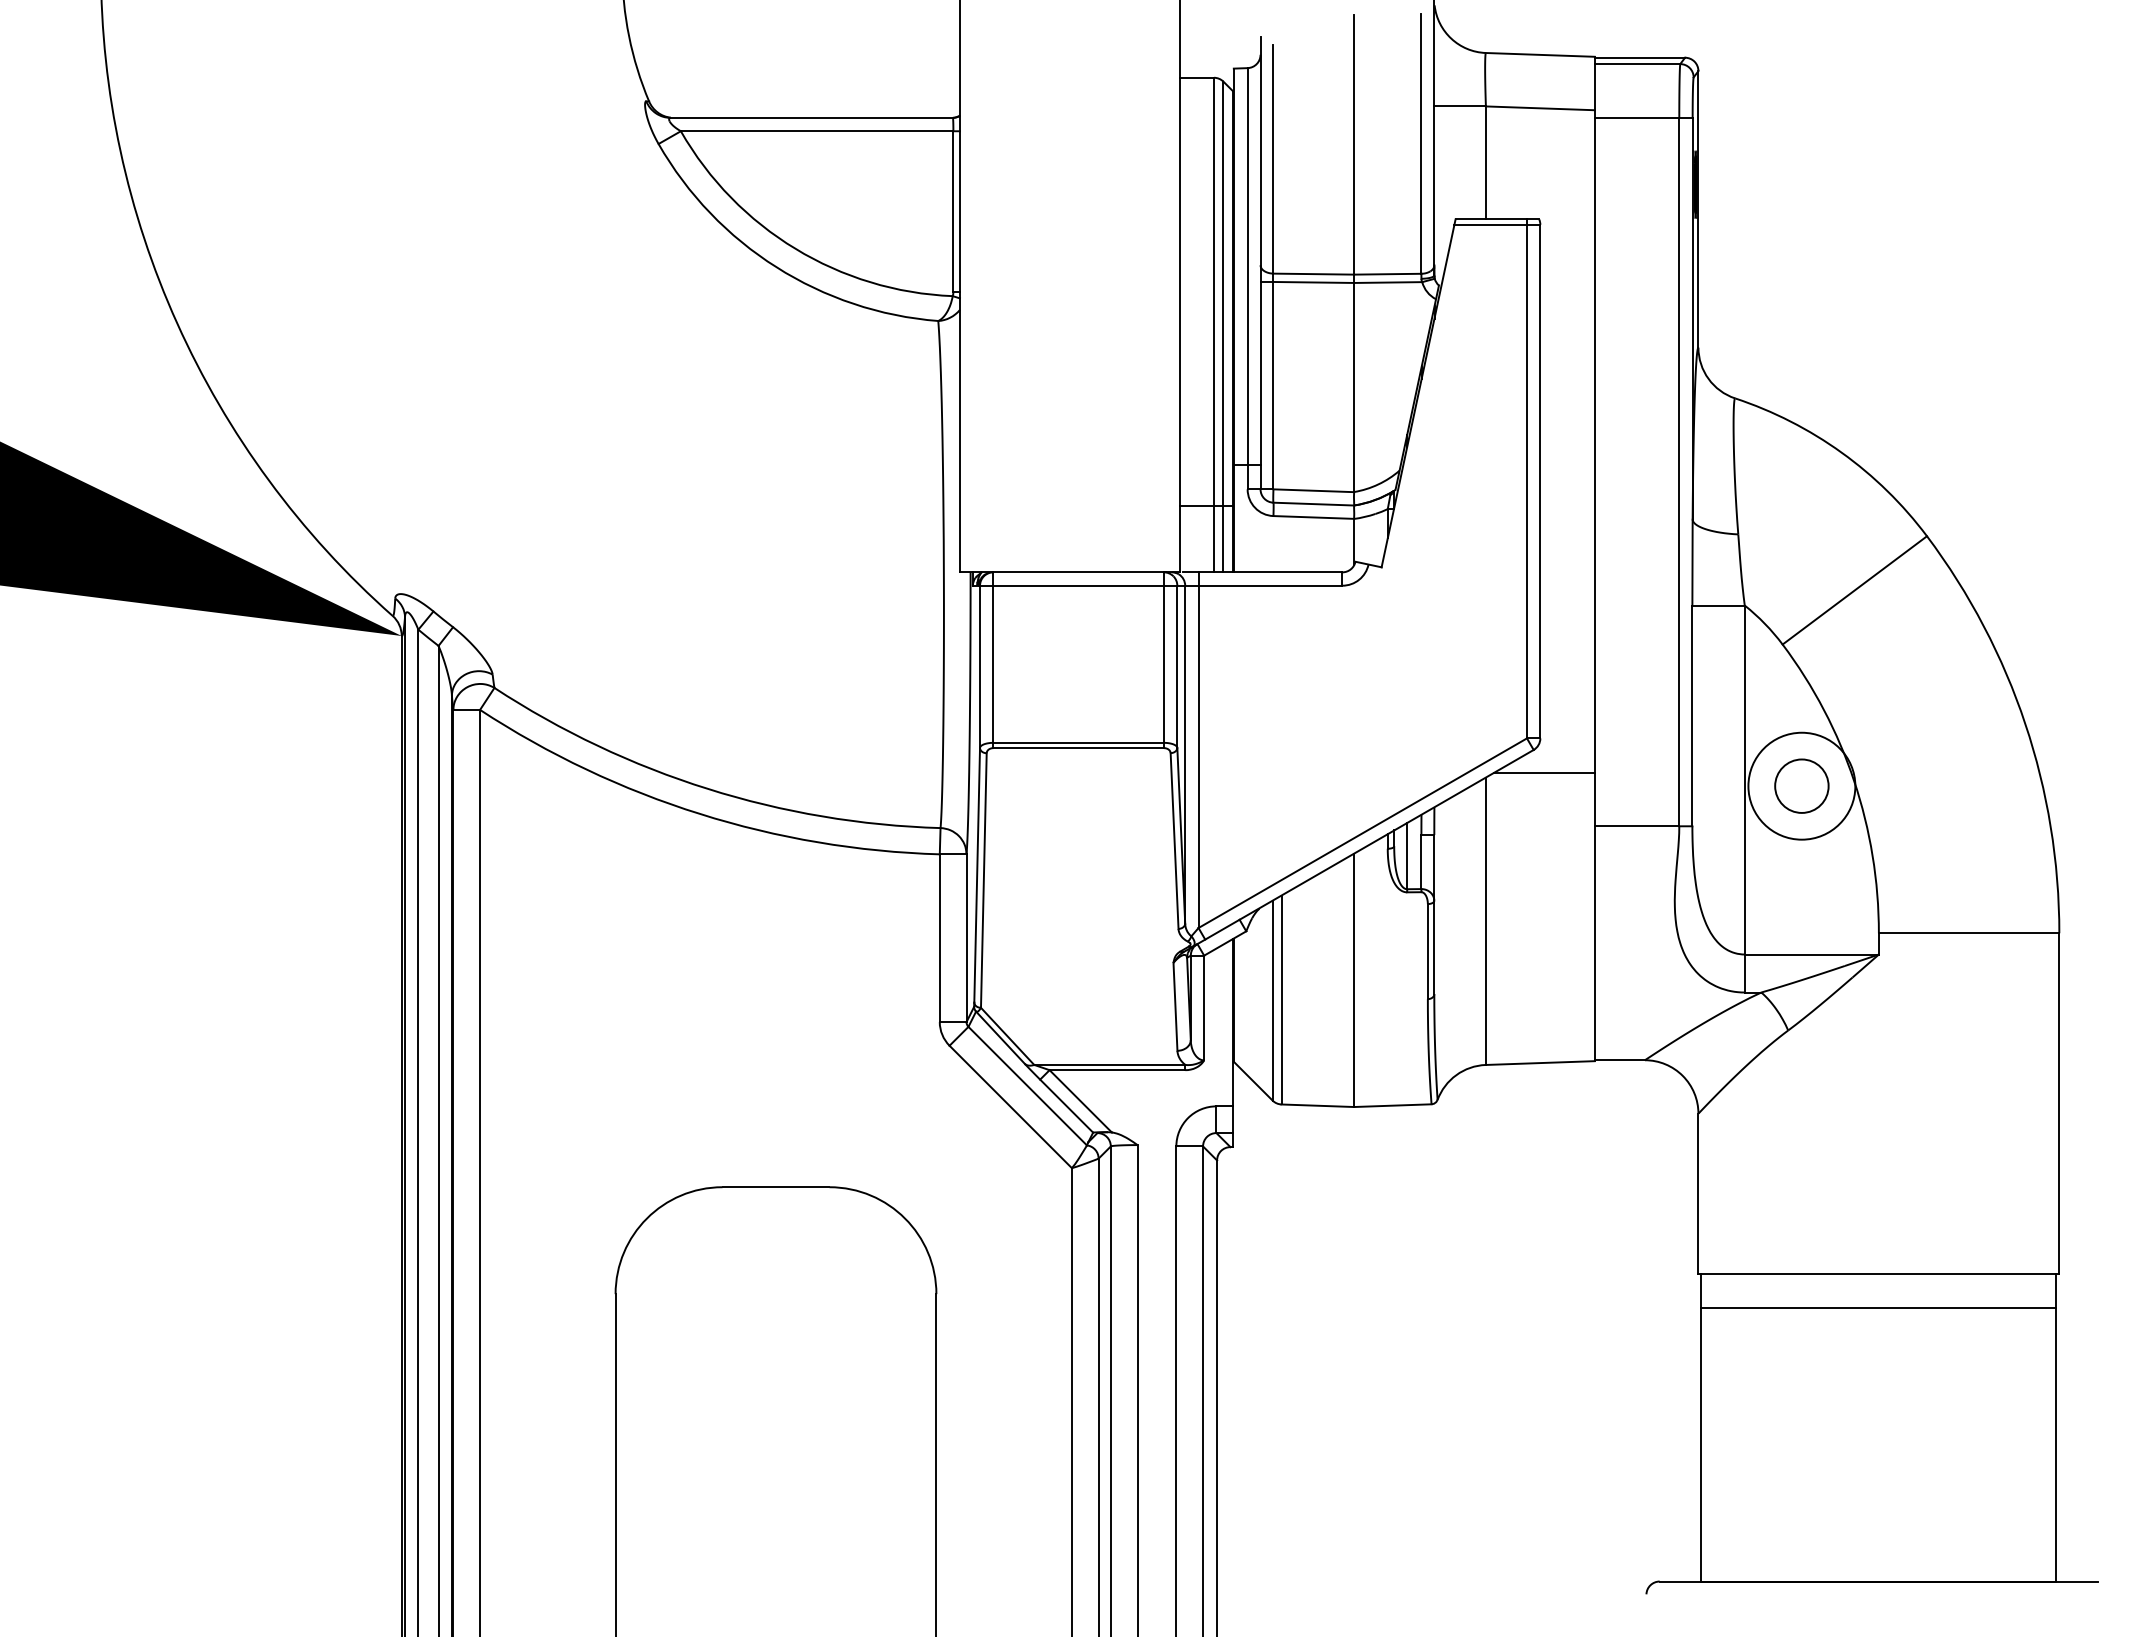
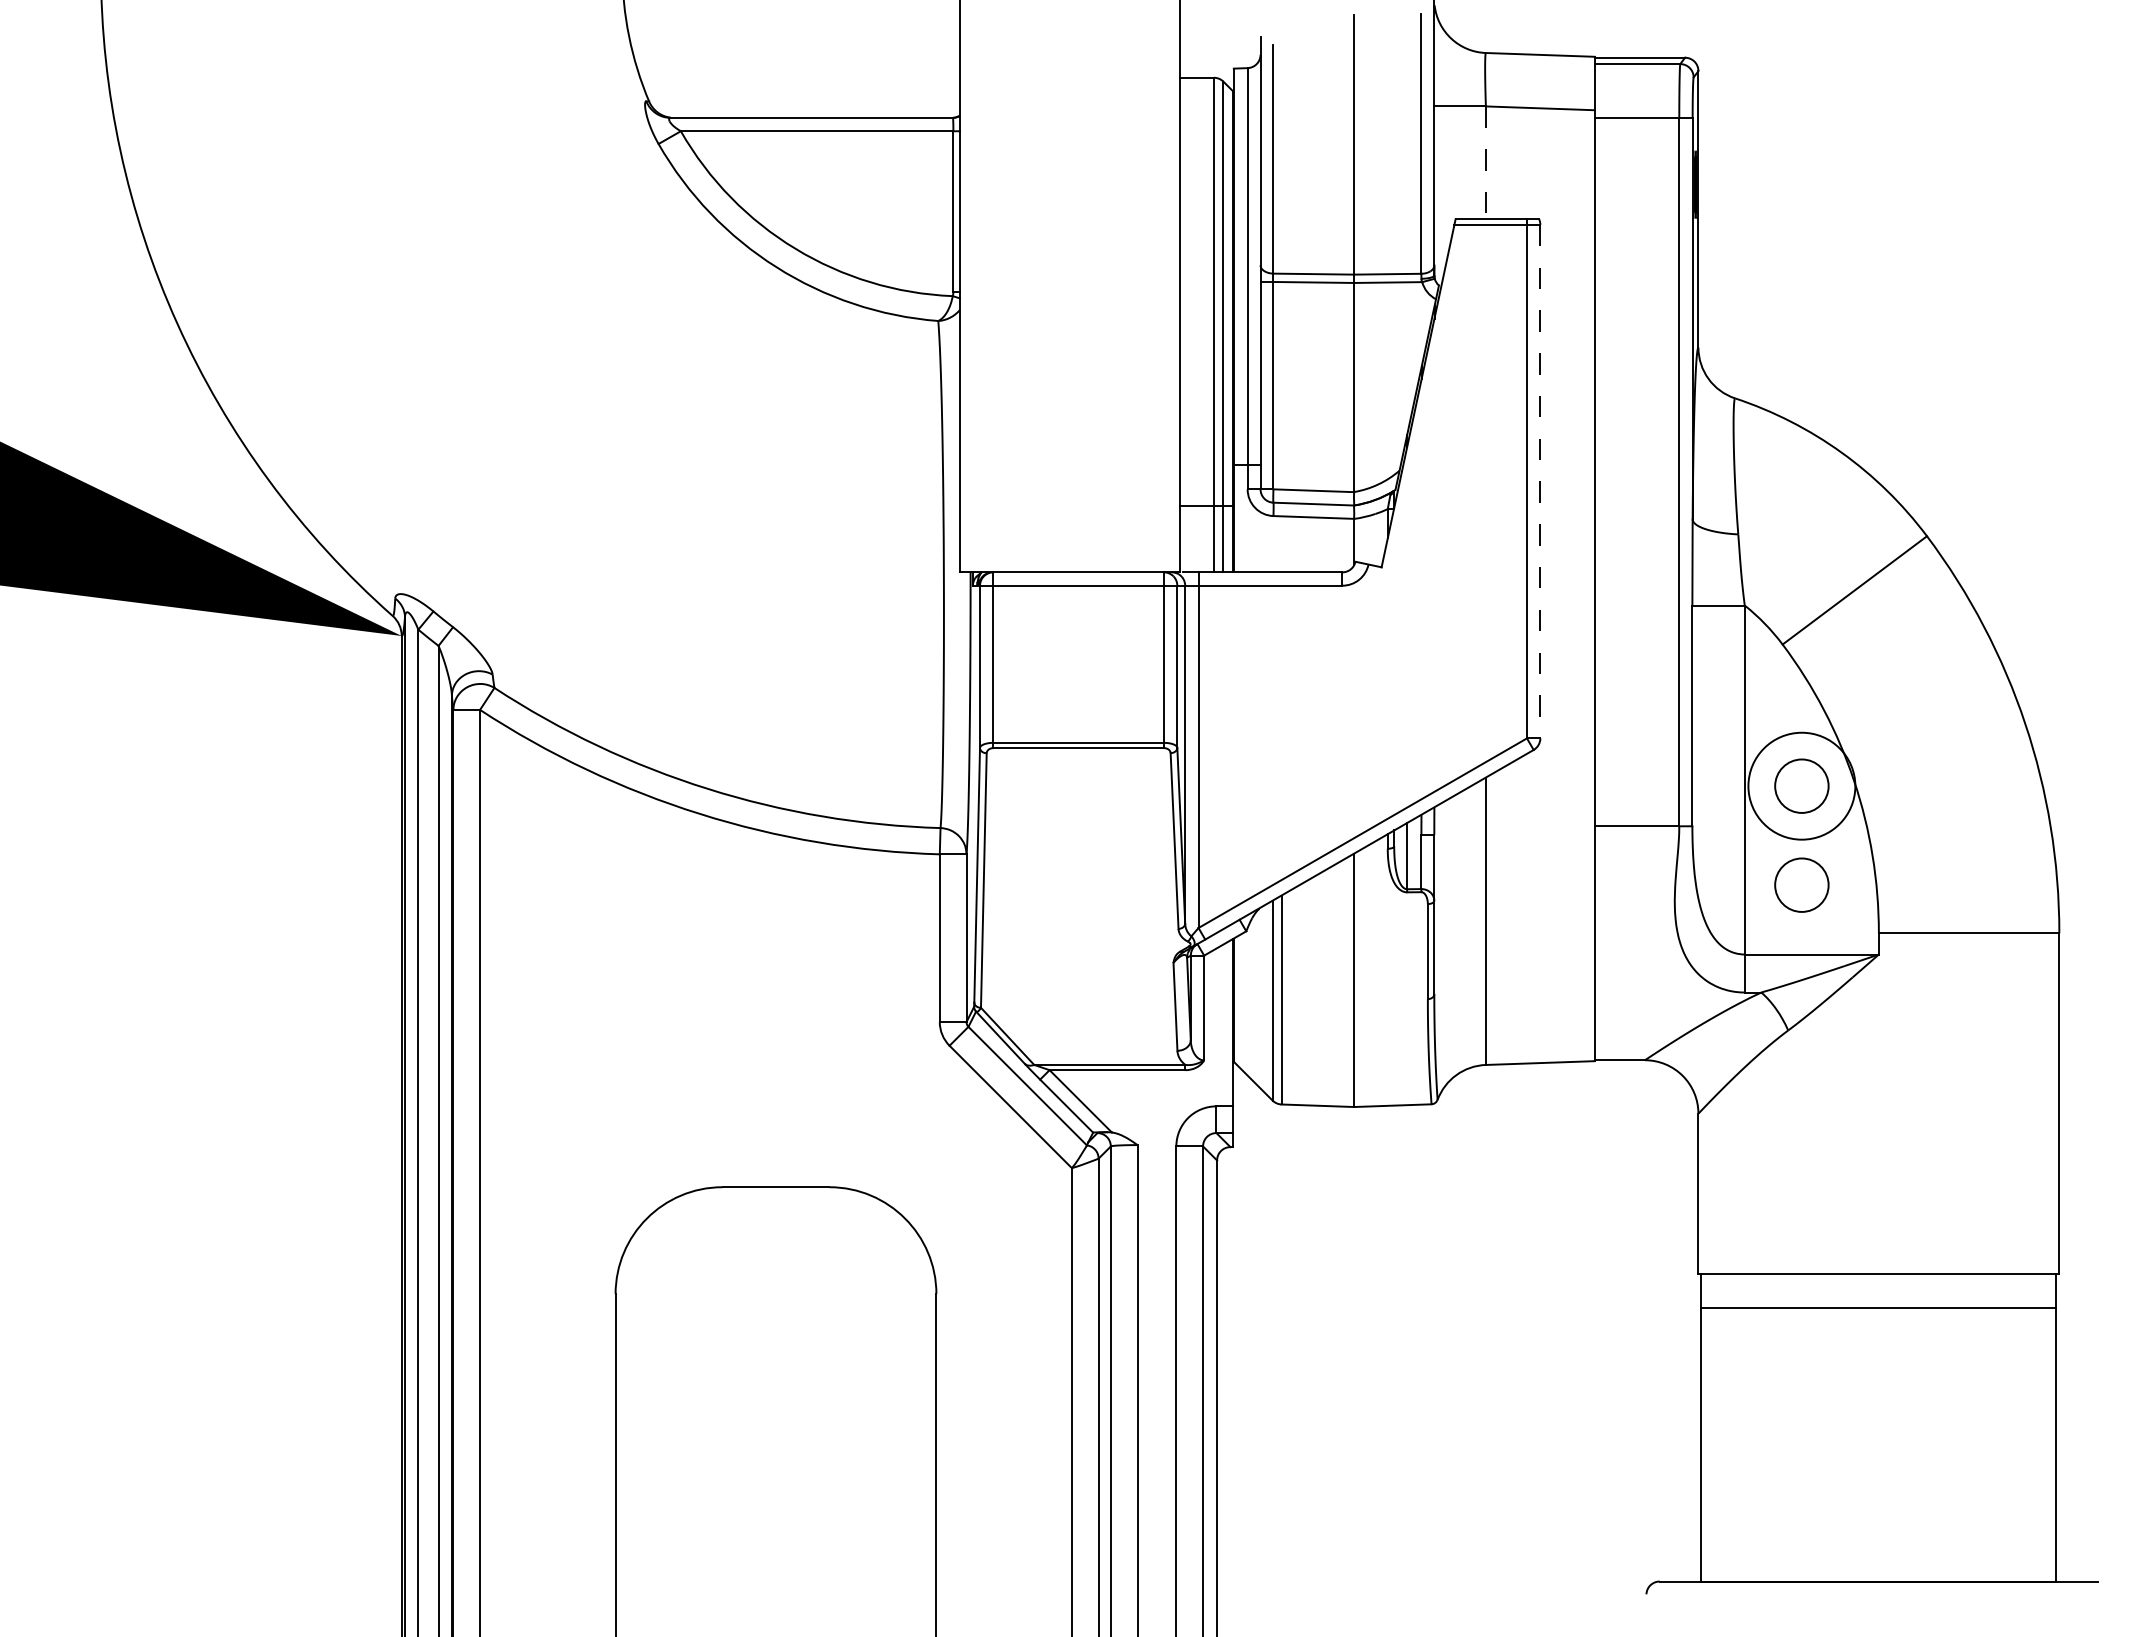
line at (1485, 162): solid -> dashed
line at (1540, 481): solid -> dashed
line at (1544, 772): present -> none
circle at (1801, 884): none -> present
